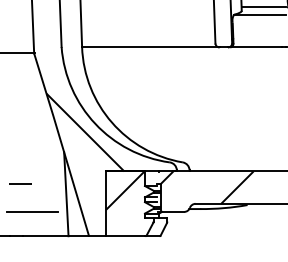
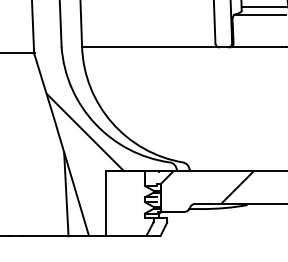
line at (20, 183): present -> none
hatch at (125, 190): present -> none
line at (32, 211): present -> none
